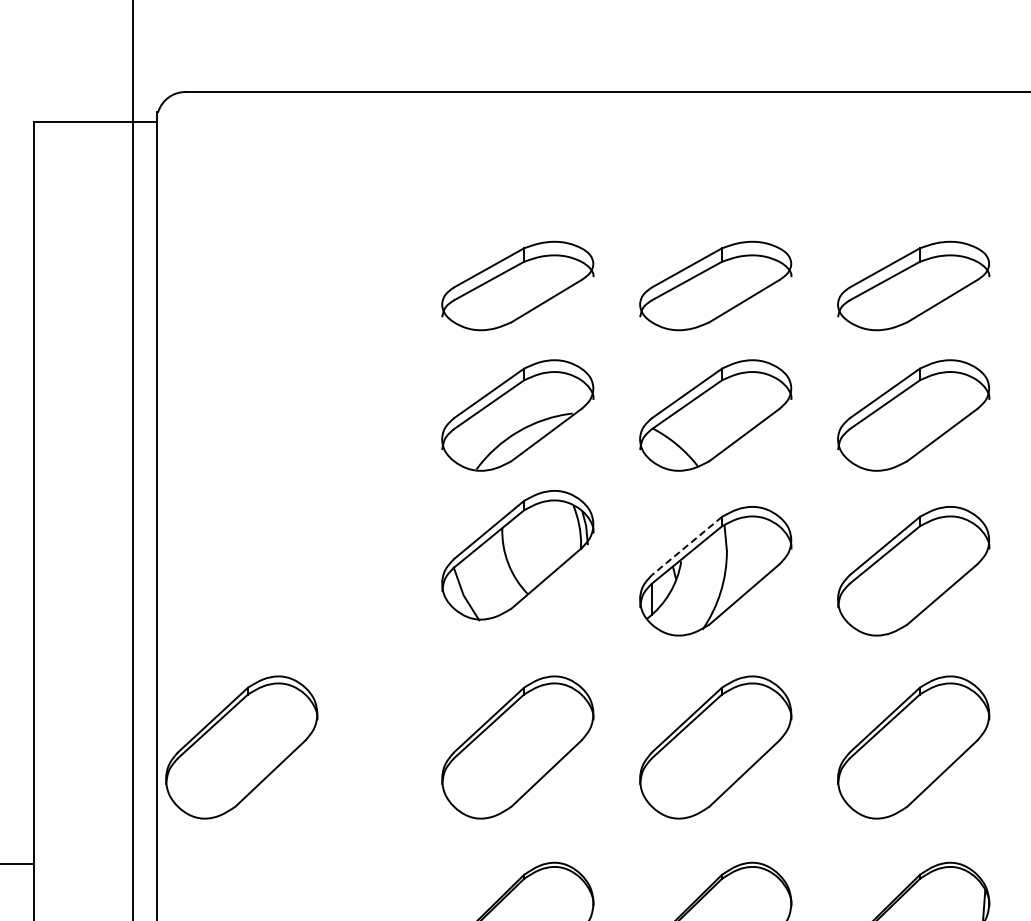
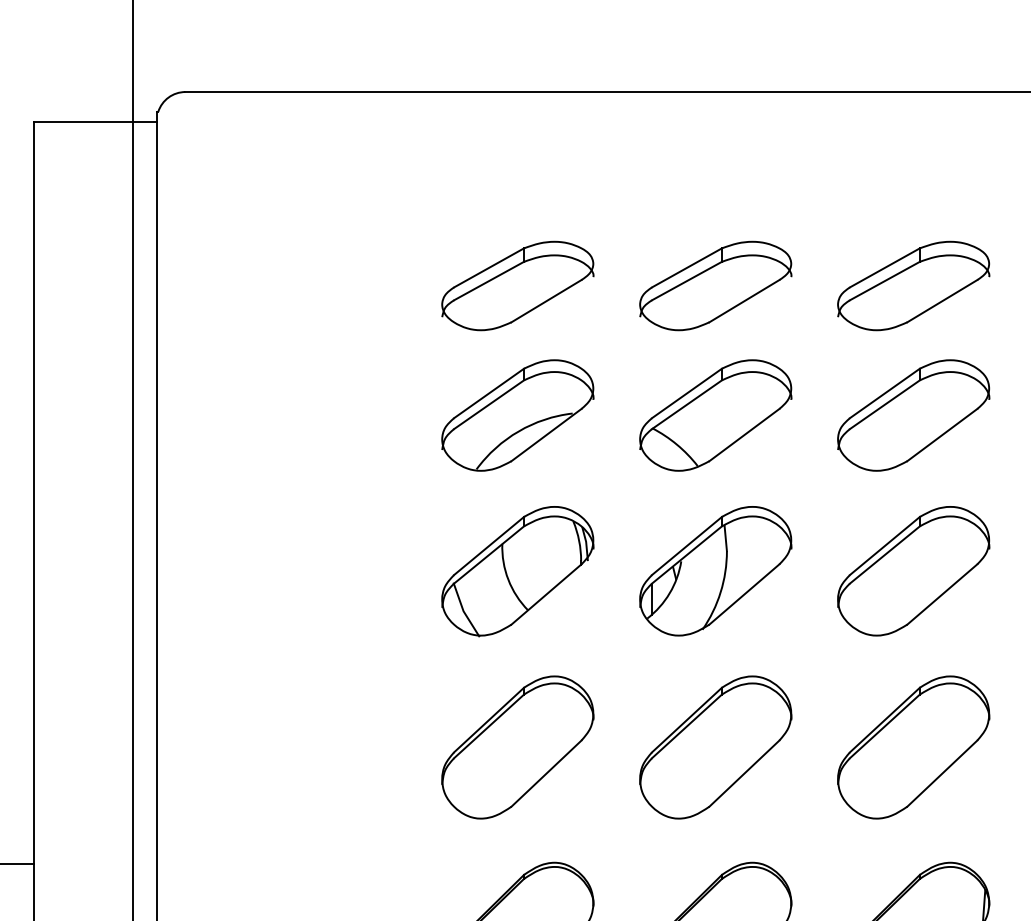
line at (686, 546): dashed -> solid
part at (517, 555) position: (517, 555) -> (517, 571)
part at (241, 747): present -> none
